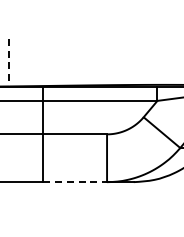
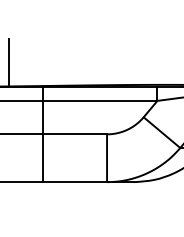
line at (9, 62): dashed -> solid
line at (75, 182): dashed -> solid
